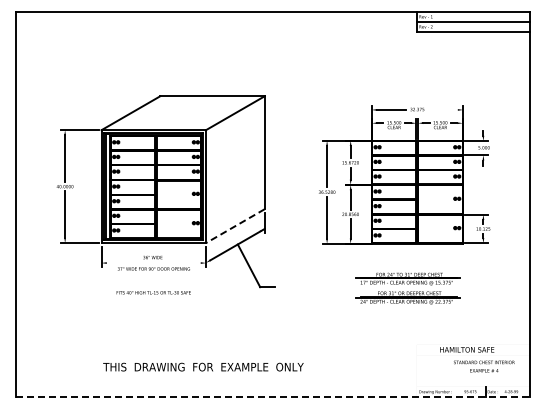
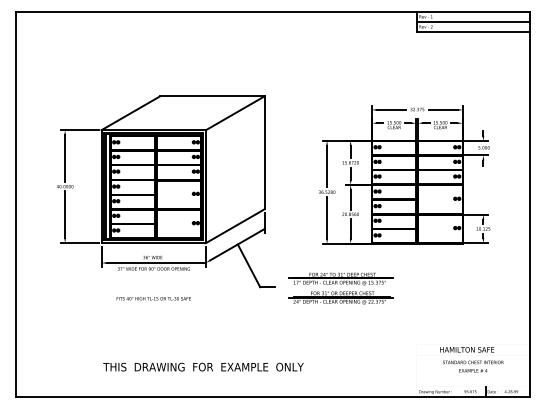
line at (442, 109): none -> present
line at (235, 226): dashed -> solid
line at (156, 263): none -> present
part at (407, 288) position: (407, 288) -> (340, 288)
text at (153, 292) position: (153, 292) -> (153, 298)
text at (484, 366) position: (484, 366) -> (473, 366)
line at (272, 396): dashed -> solid
